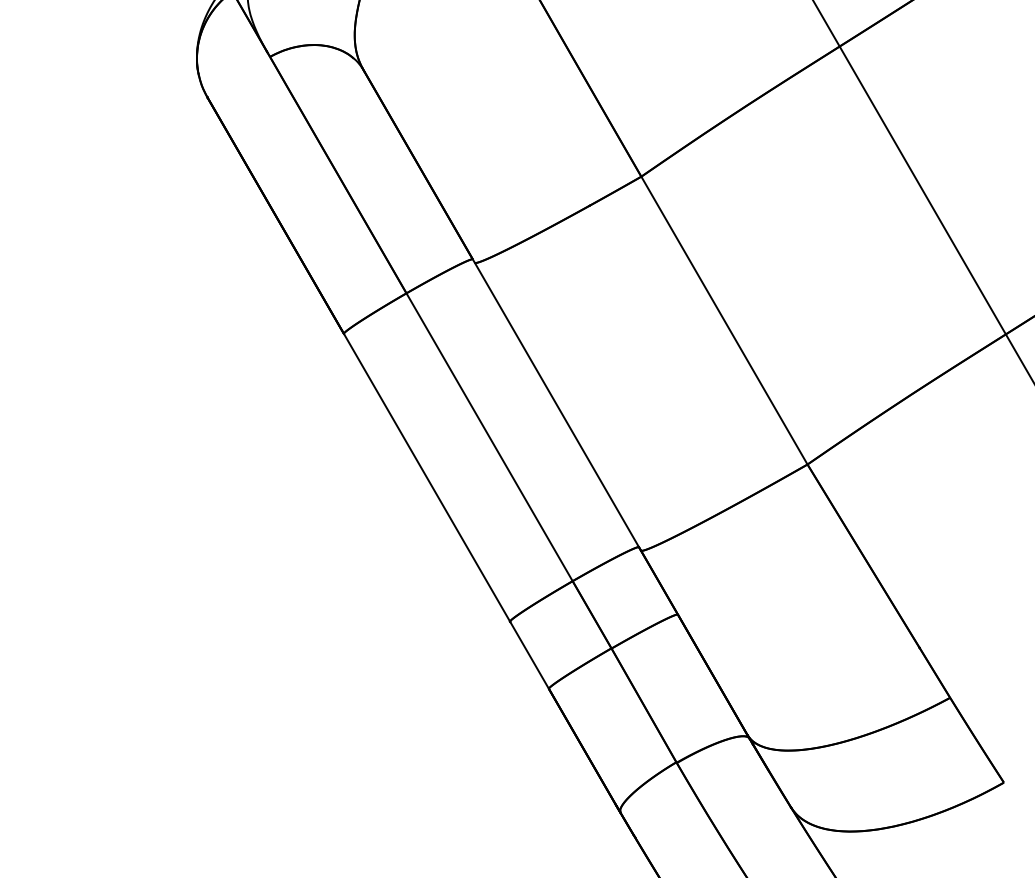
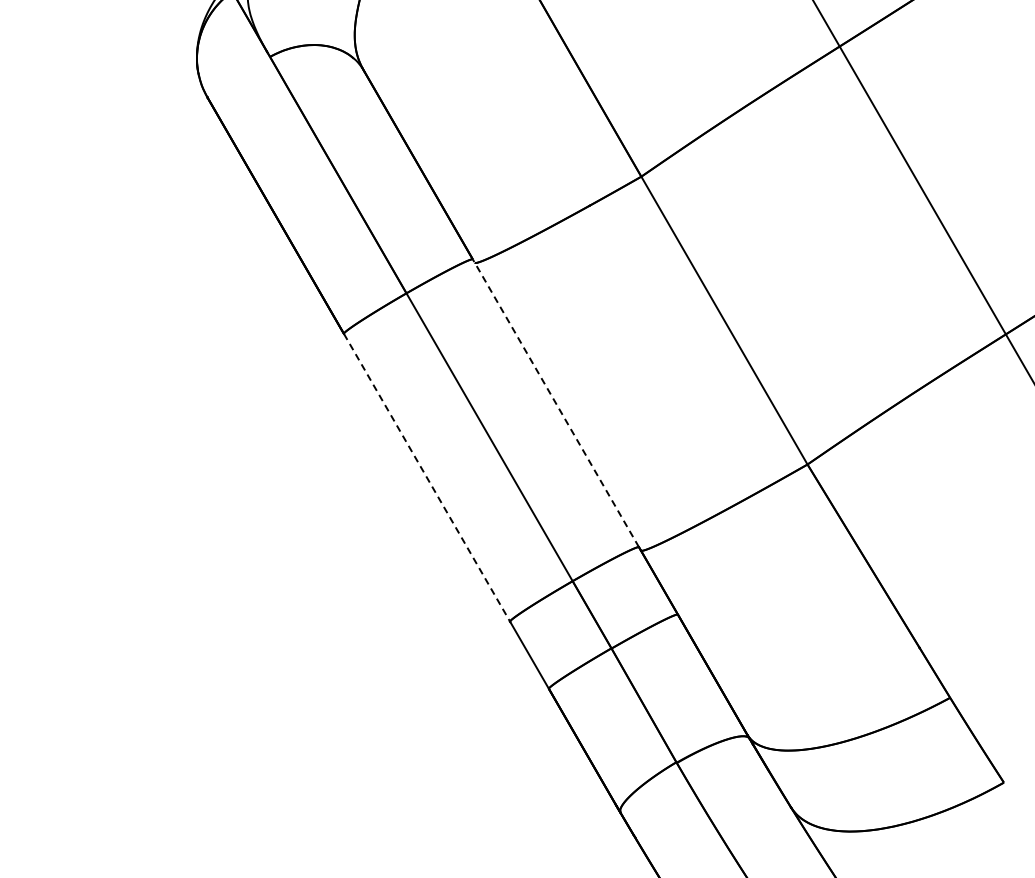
line at (555, 402): solid -> dashed
line at (427, 478): solid -> dashed
